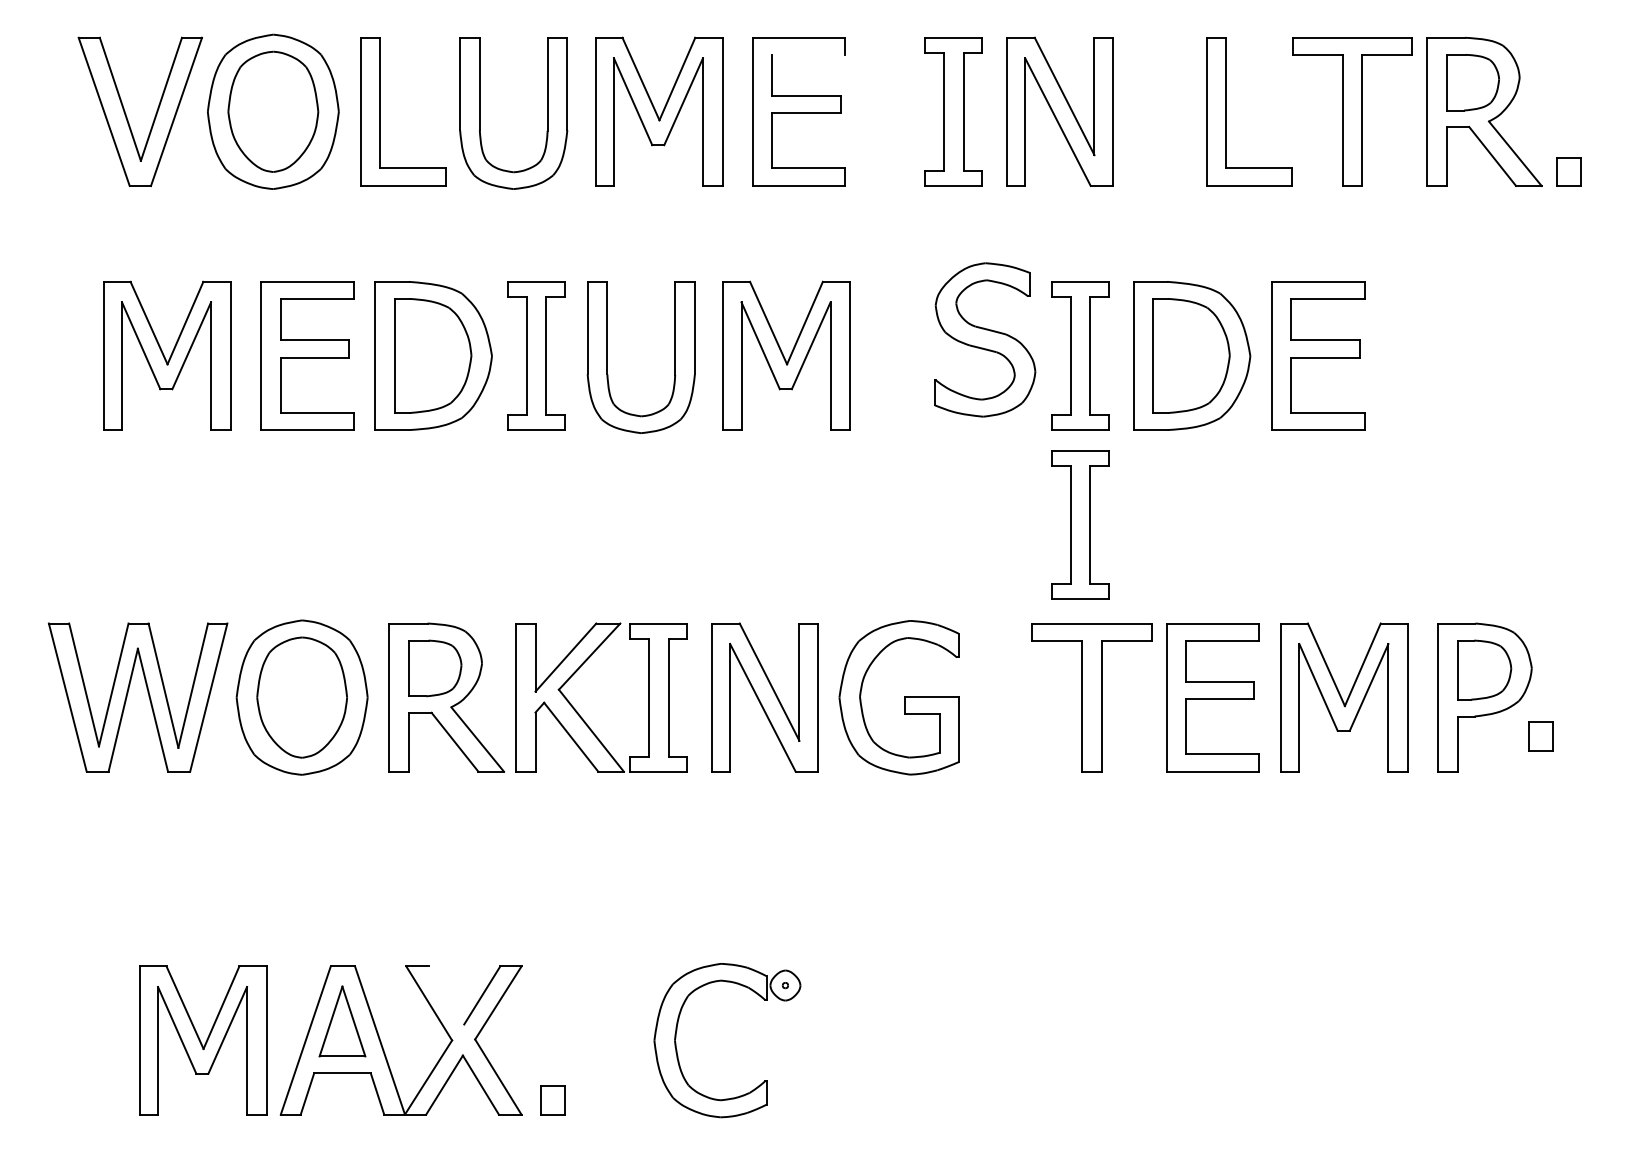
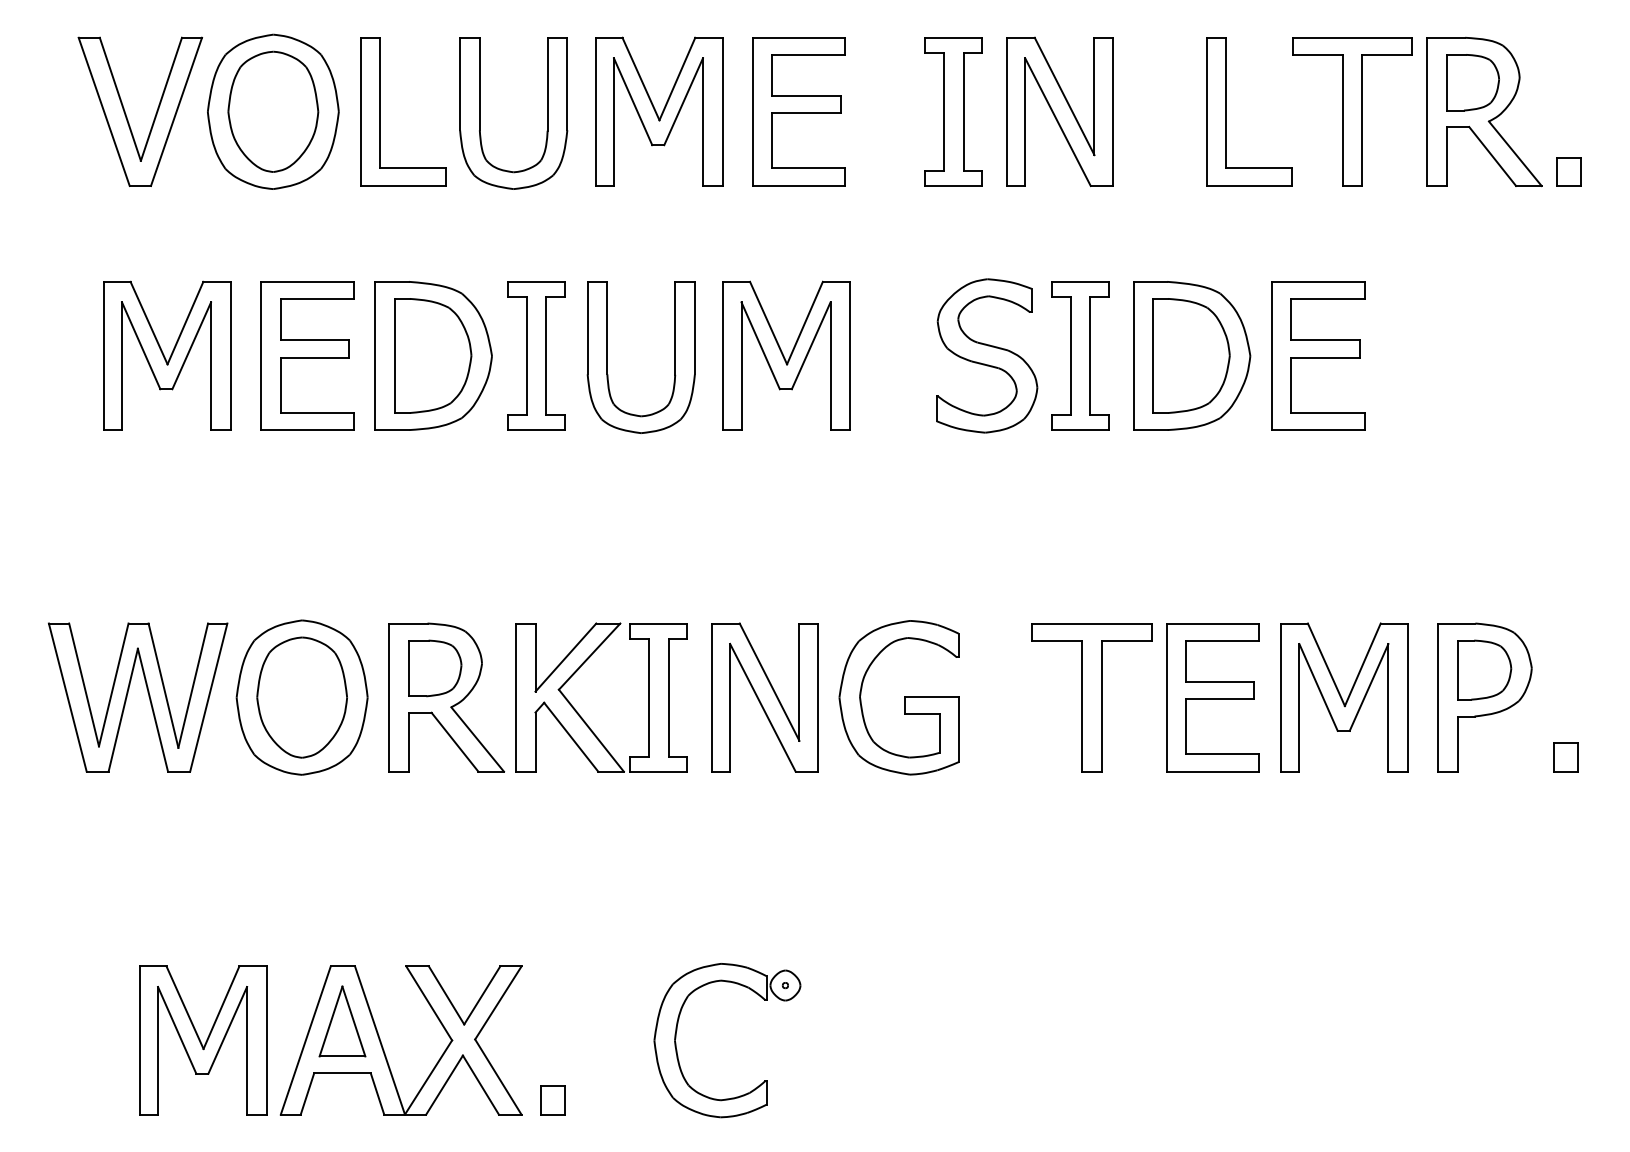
line at (808, 55): none -> present
part at (985, 339) position: (985, 339) -> (987, 355)
part at (1080, 524): present -> none
part at (1540, 736) position: (1540, 736) -> (1565, 757)
line at (446, 995): none -> present
